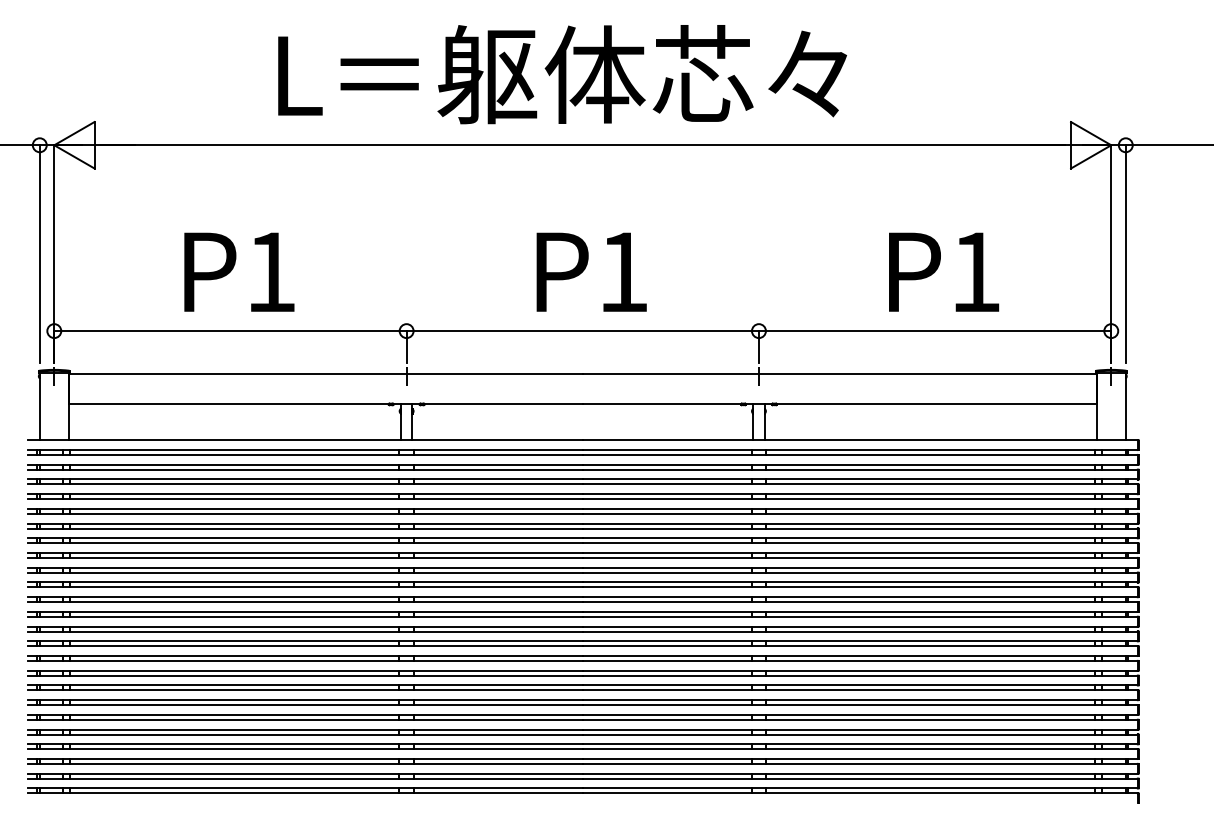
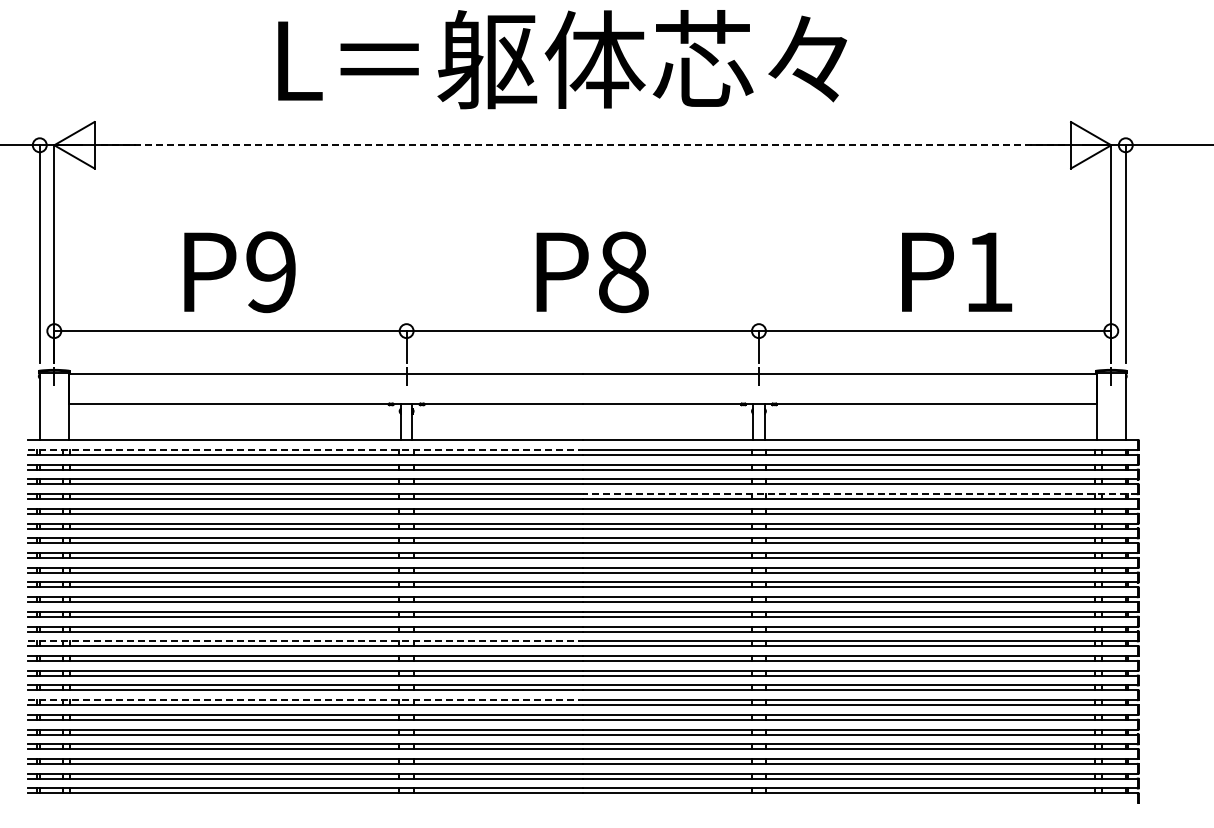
text at (562, 74) position: (562, 74) -> (562, 59)
line at (583, 145): solid -> dashed
text at (944, 271) position: (944, 271) -> (957, 271)
text at (270, 272): P1 -> P9
text at (623, 272): P1 -> P8
line at (305, 449): solid -> dashed
line at (860, 494): solid -> dashed
line at (305, 641): solid -> dashed
line at (305, 700): solid -> dashed
